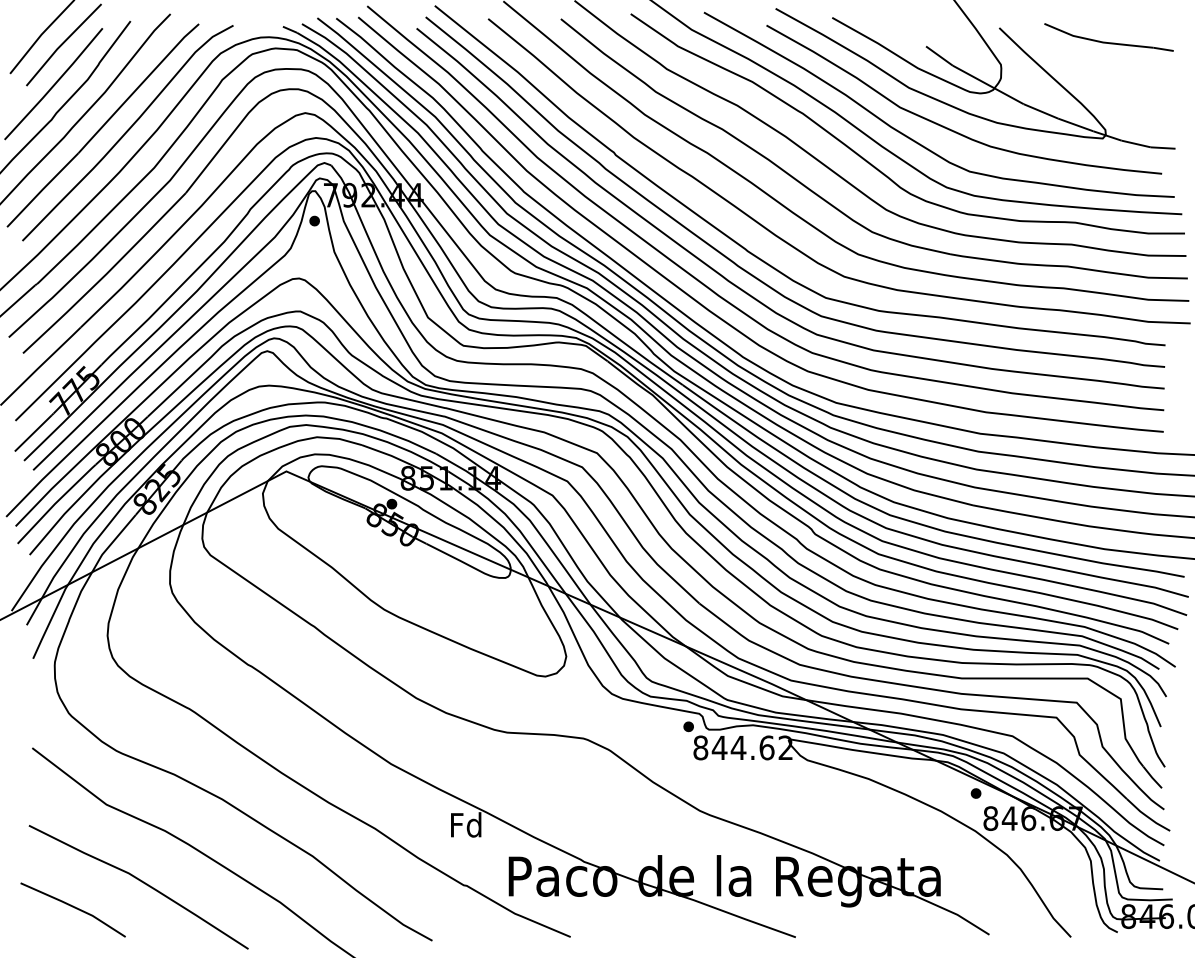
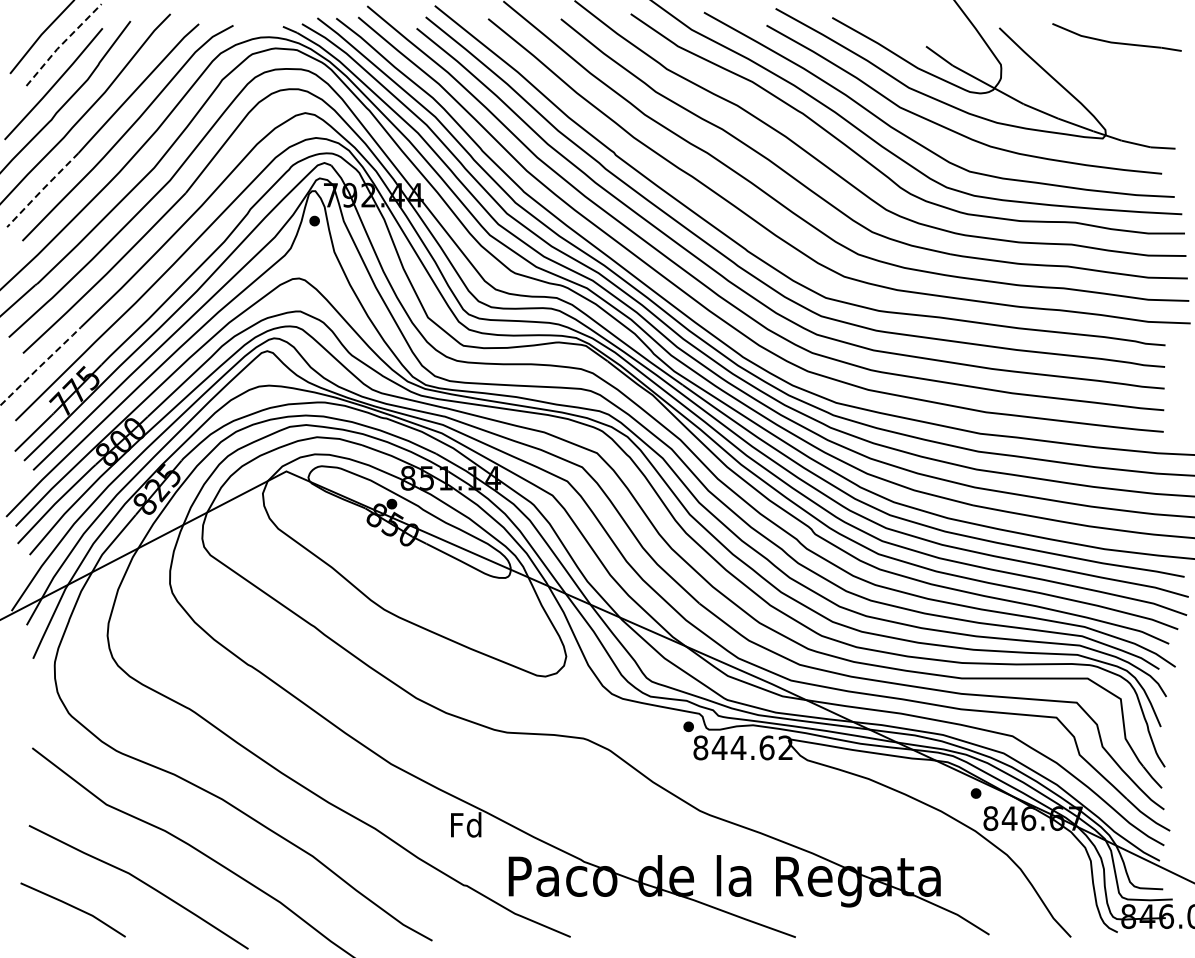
part at (1108, 37) position: (1108, 37) -> (1116, 37)
line at (62, 44): solid -> dashed
line at (42, 189): solid -> dashed
line at (40, 365): solid -> dashed
